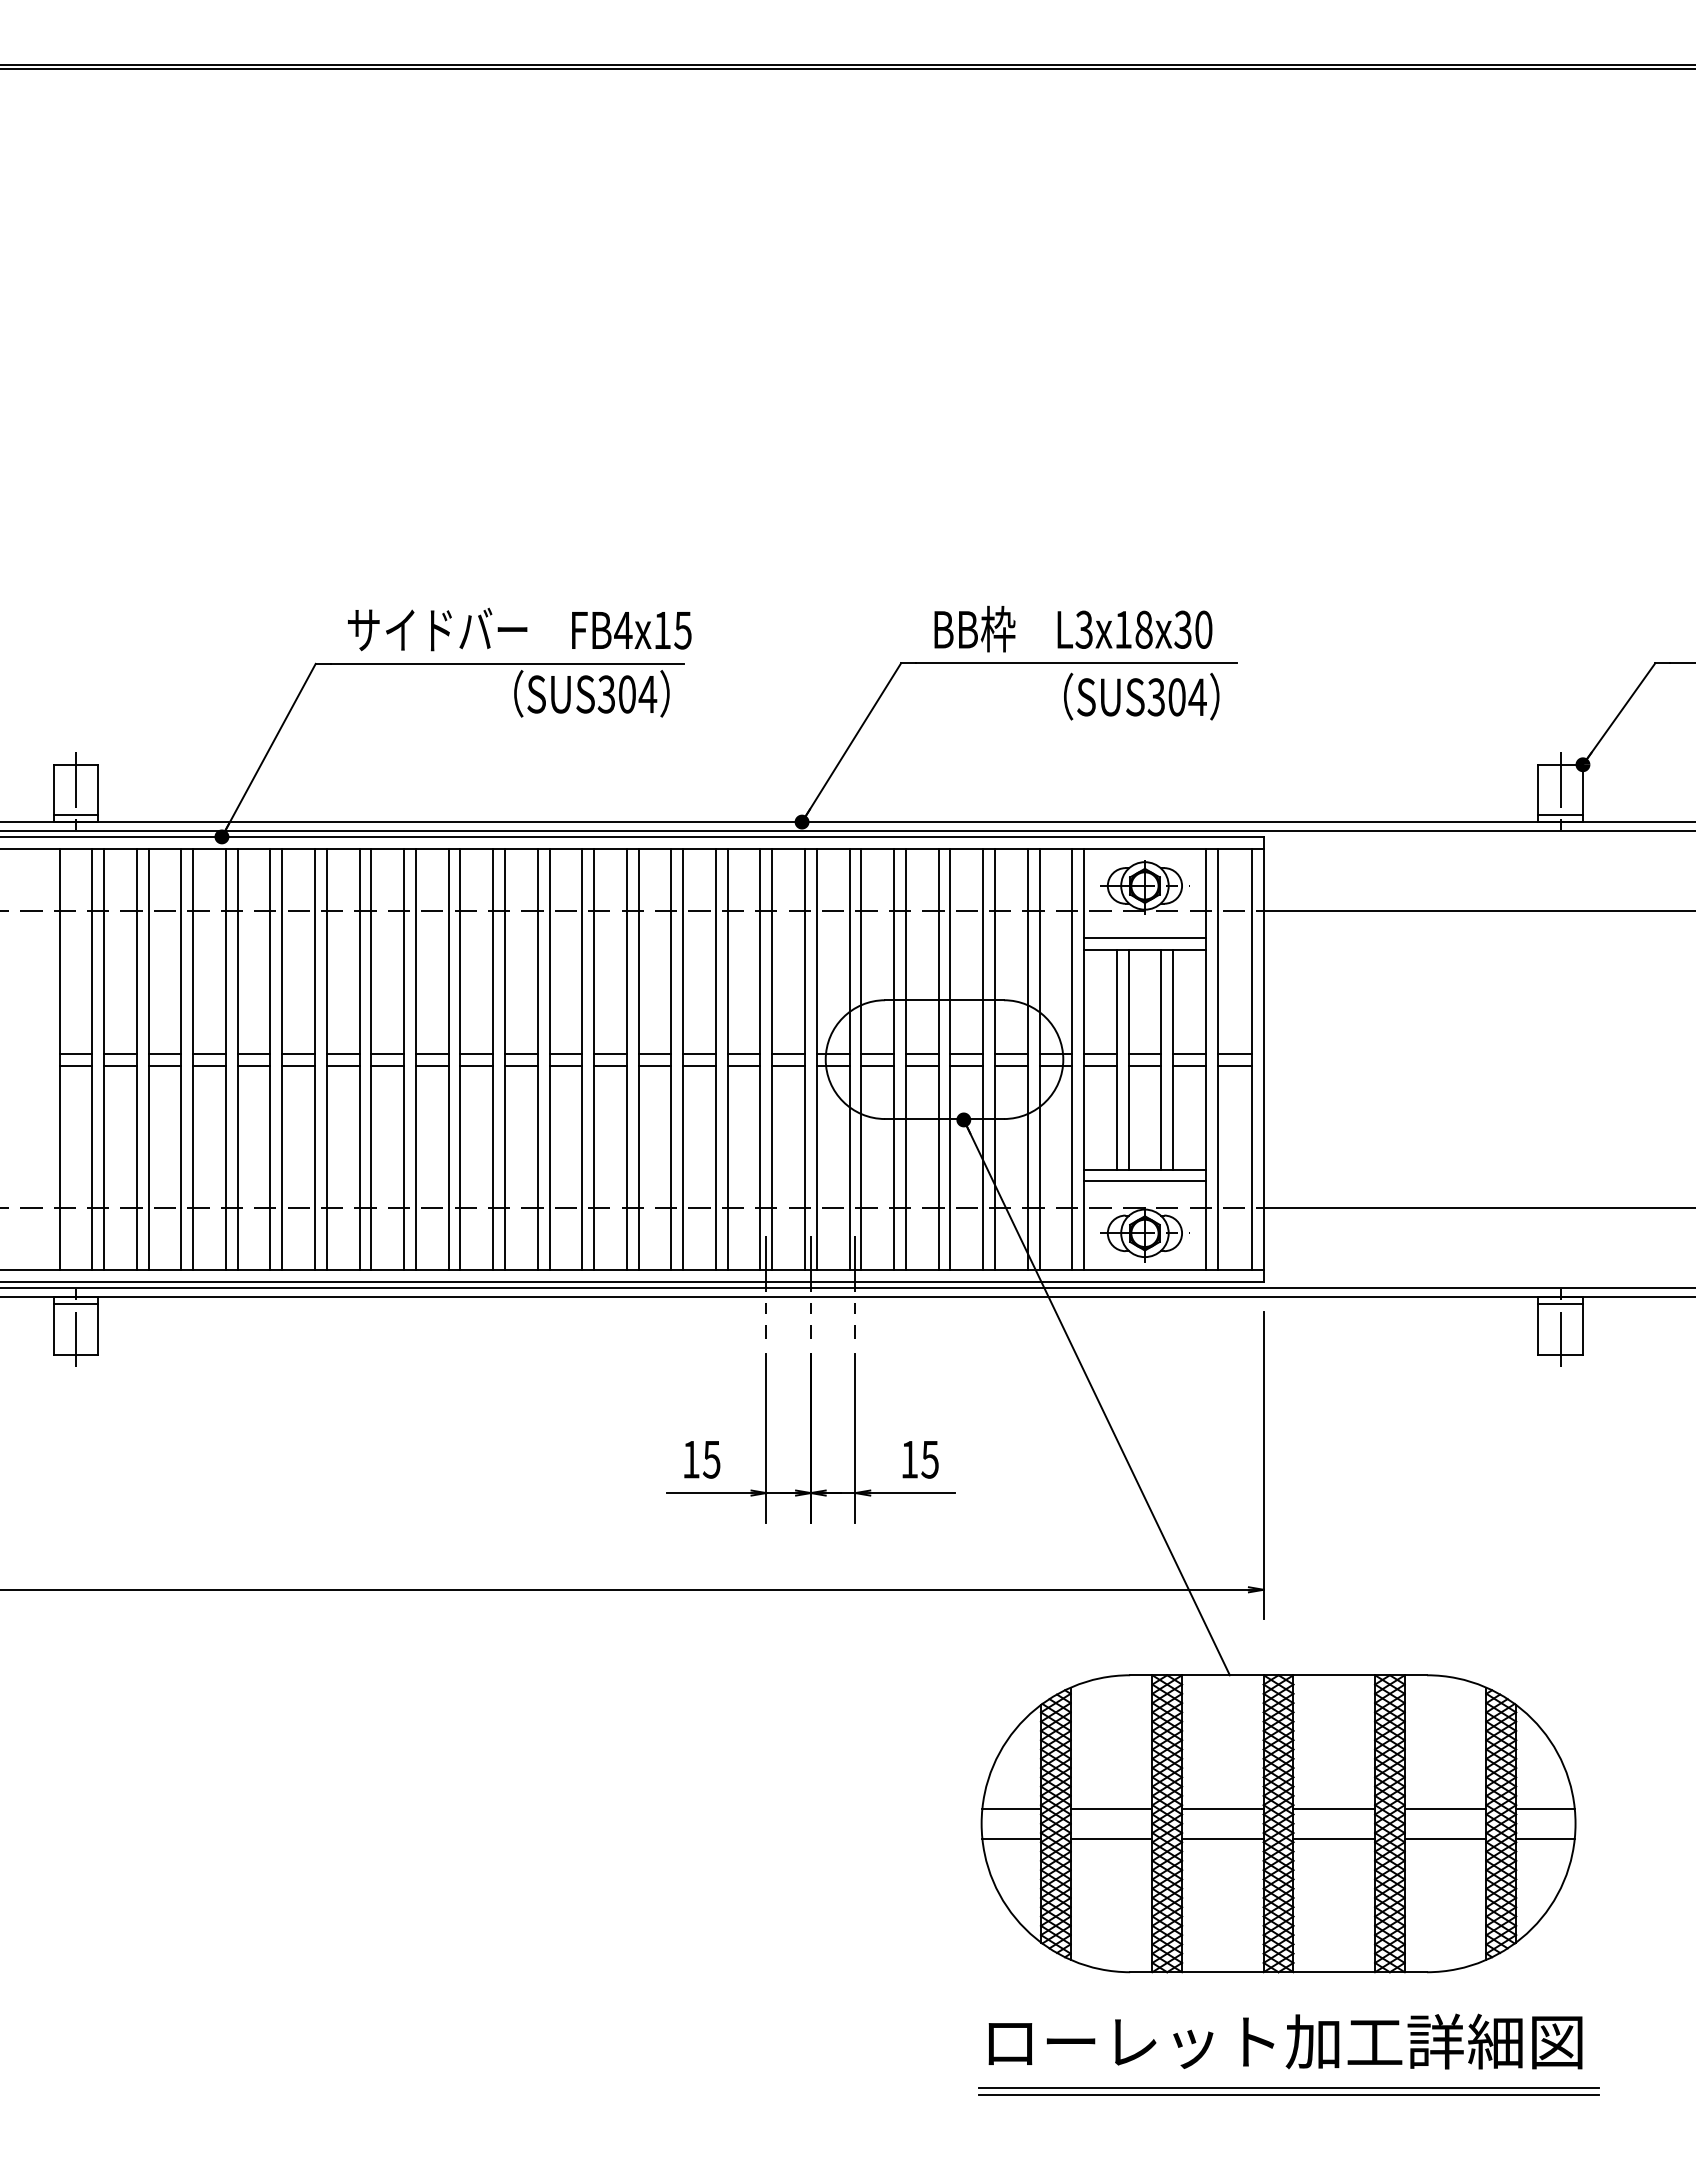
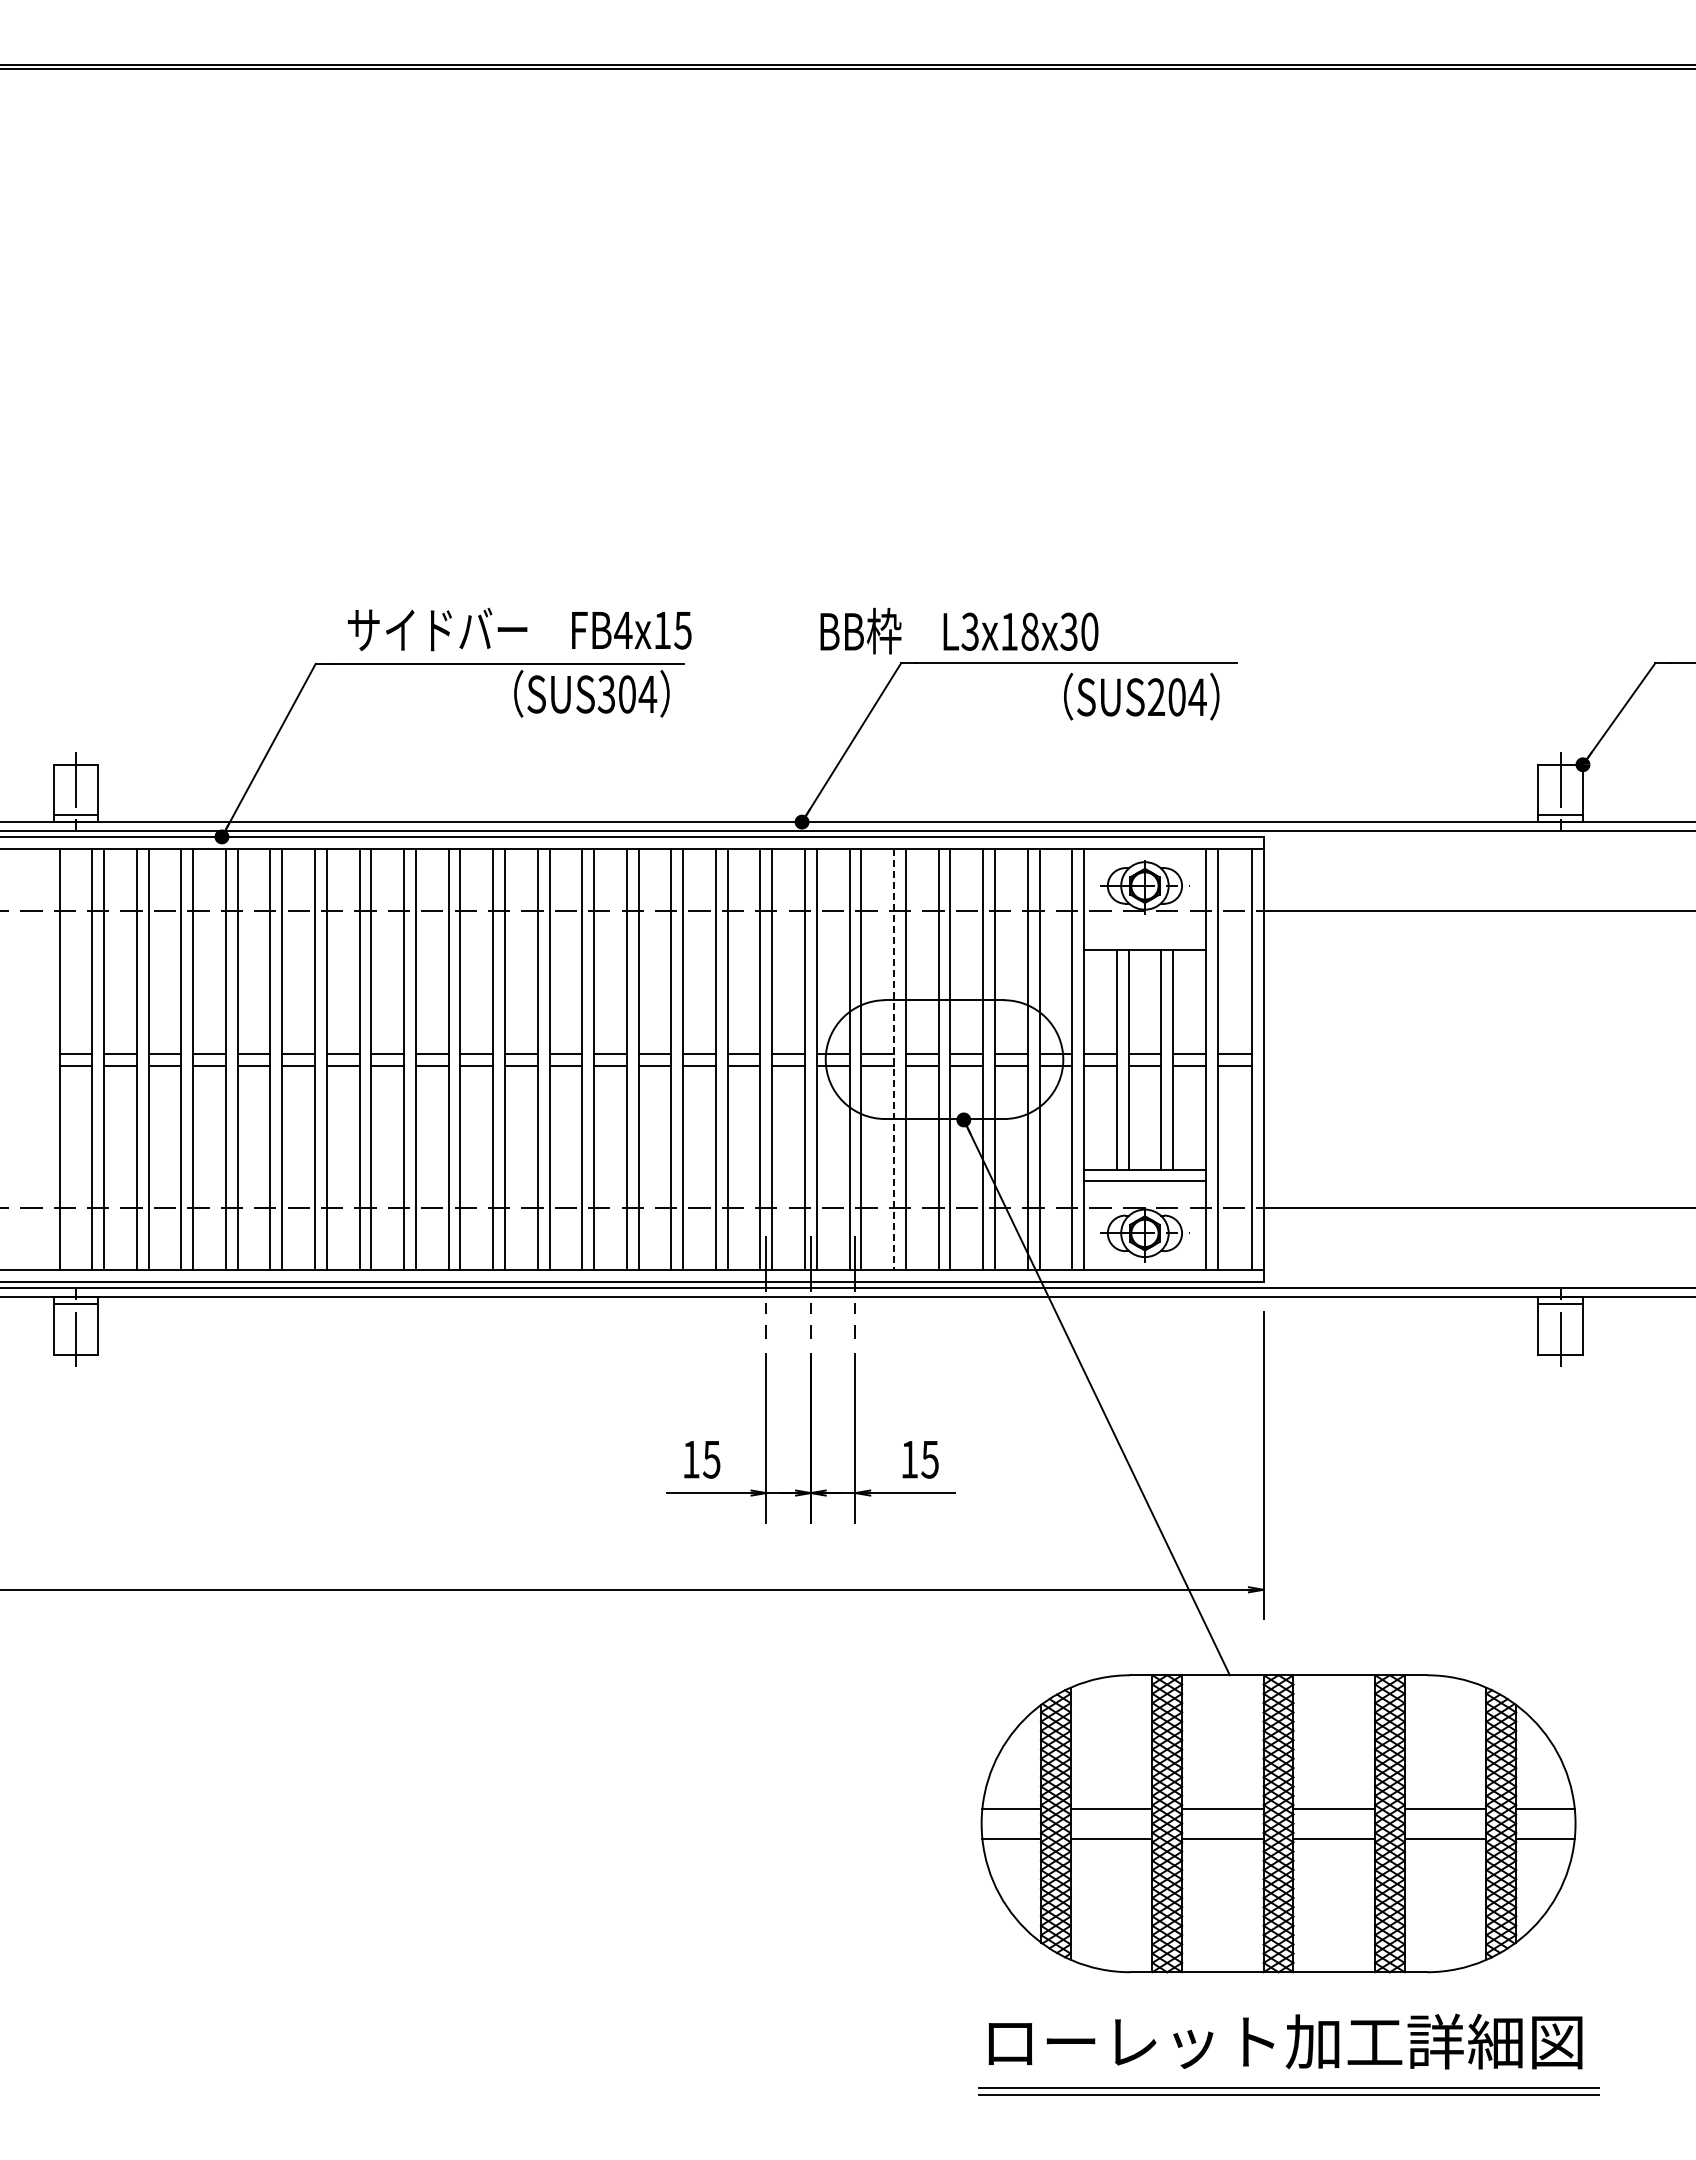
text at (1073, 628) position: (1073, 628) -> (959, 630)
text at (1155, 697): SUS304 -> SUS204
line at (1144, 937): present -> none
line at (894, 1059): solid -> dashed
